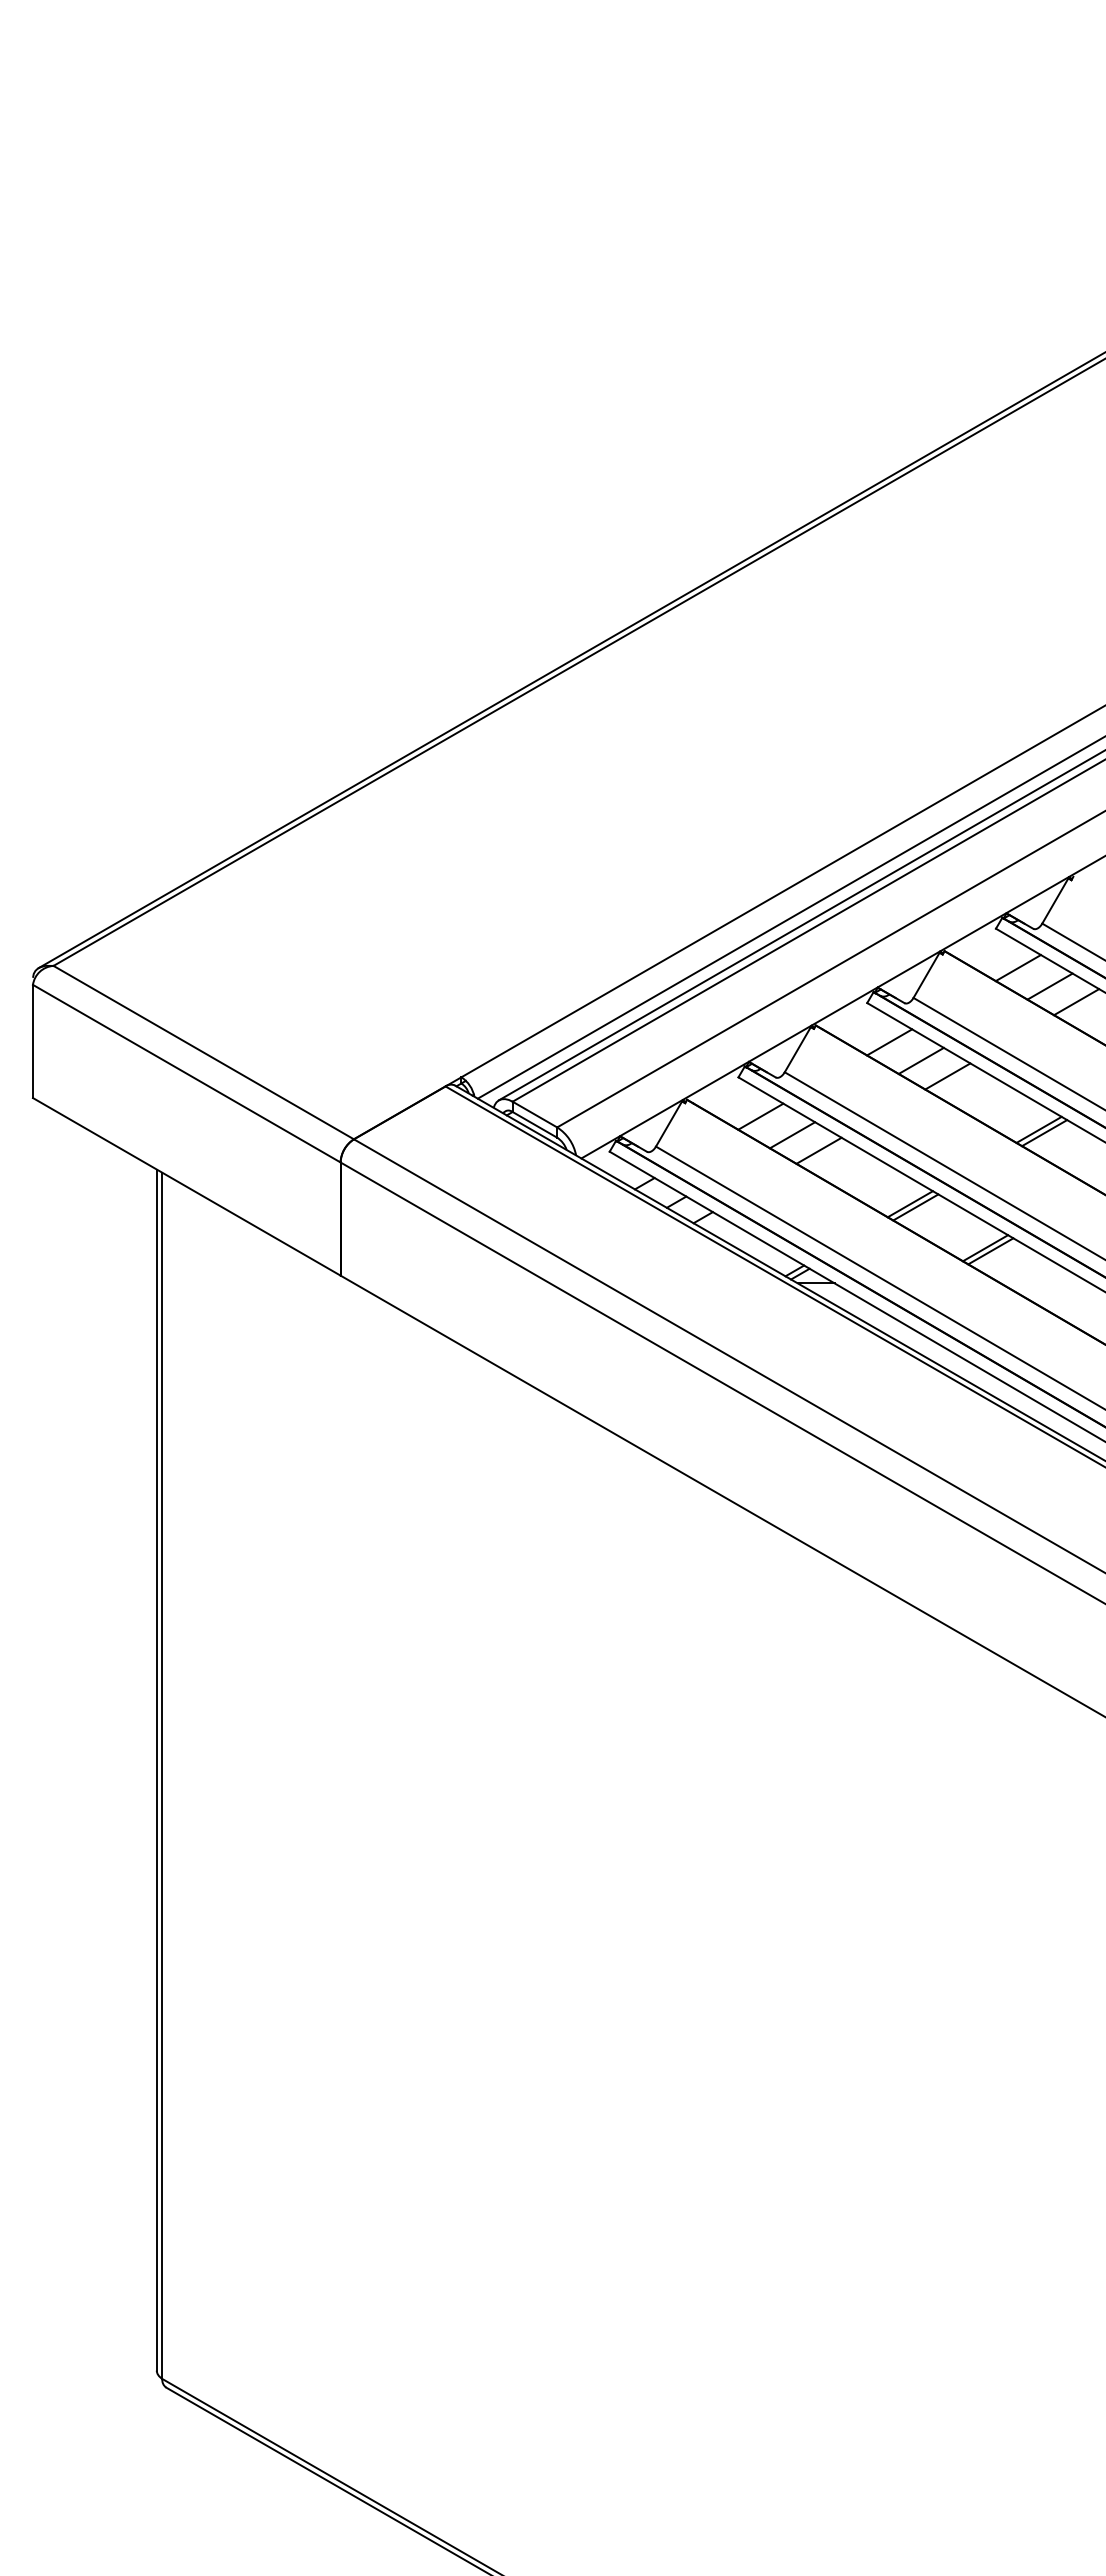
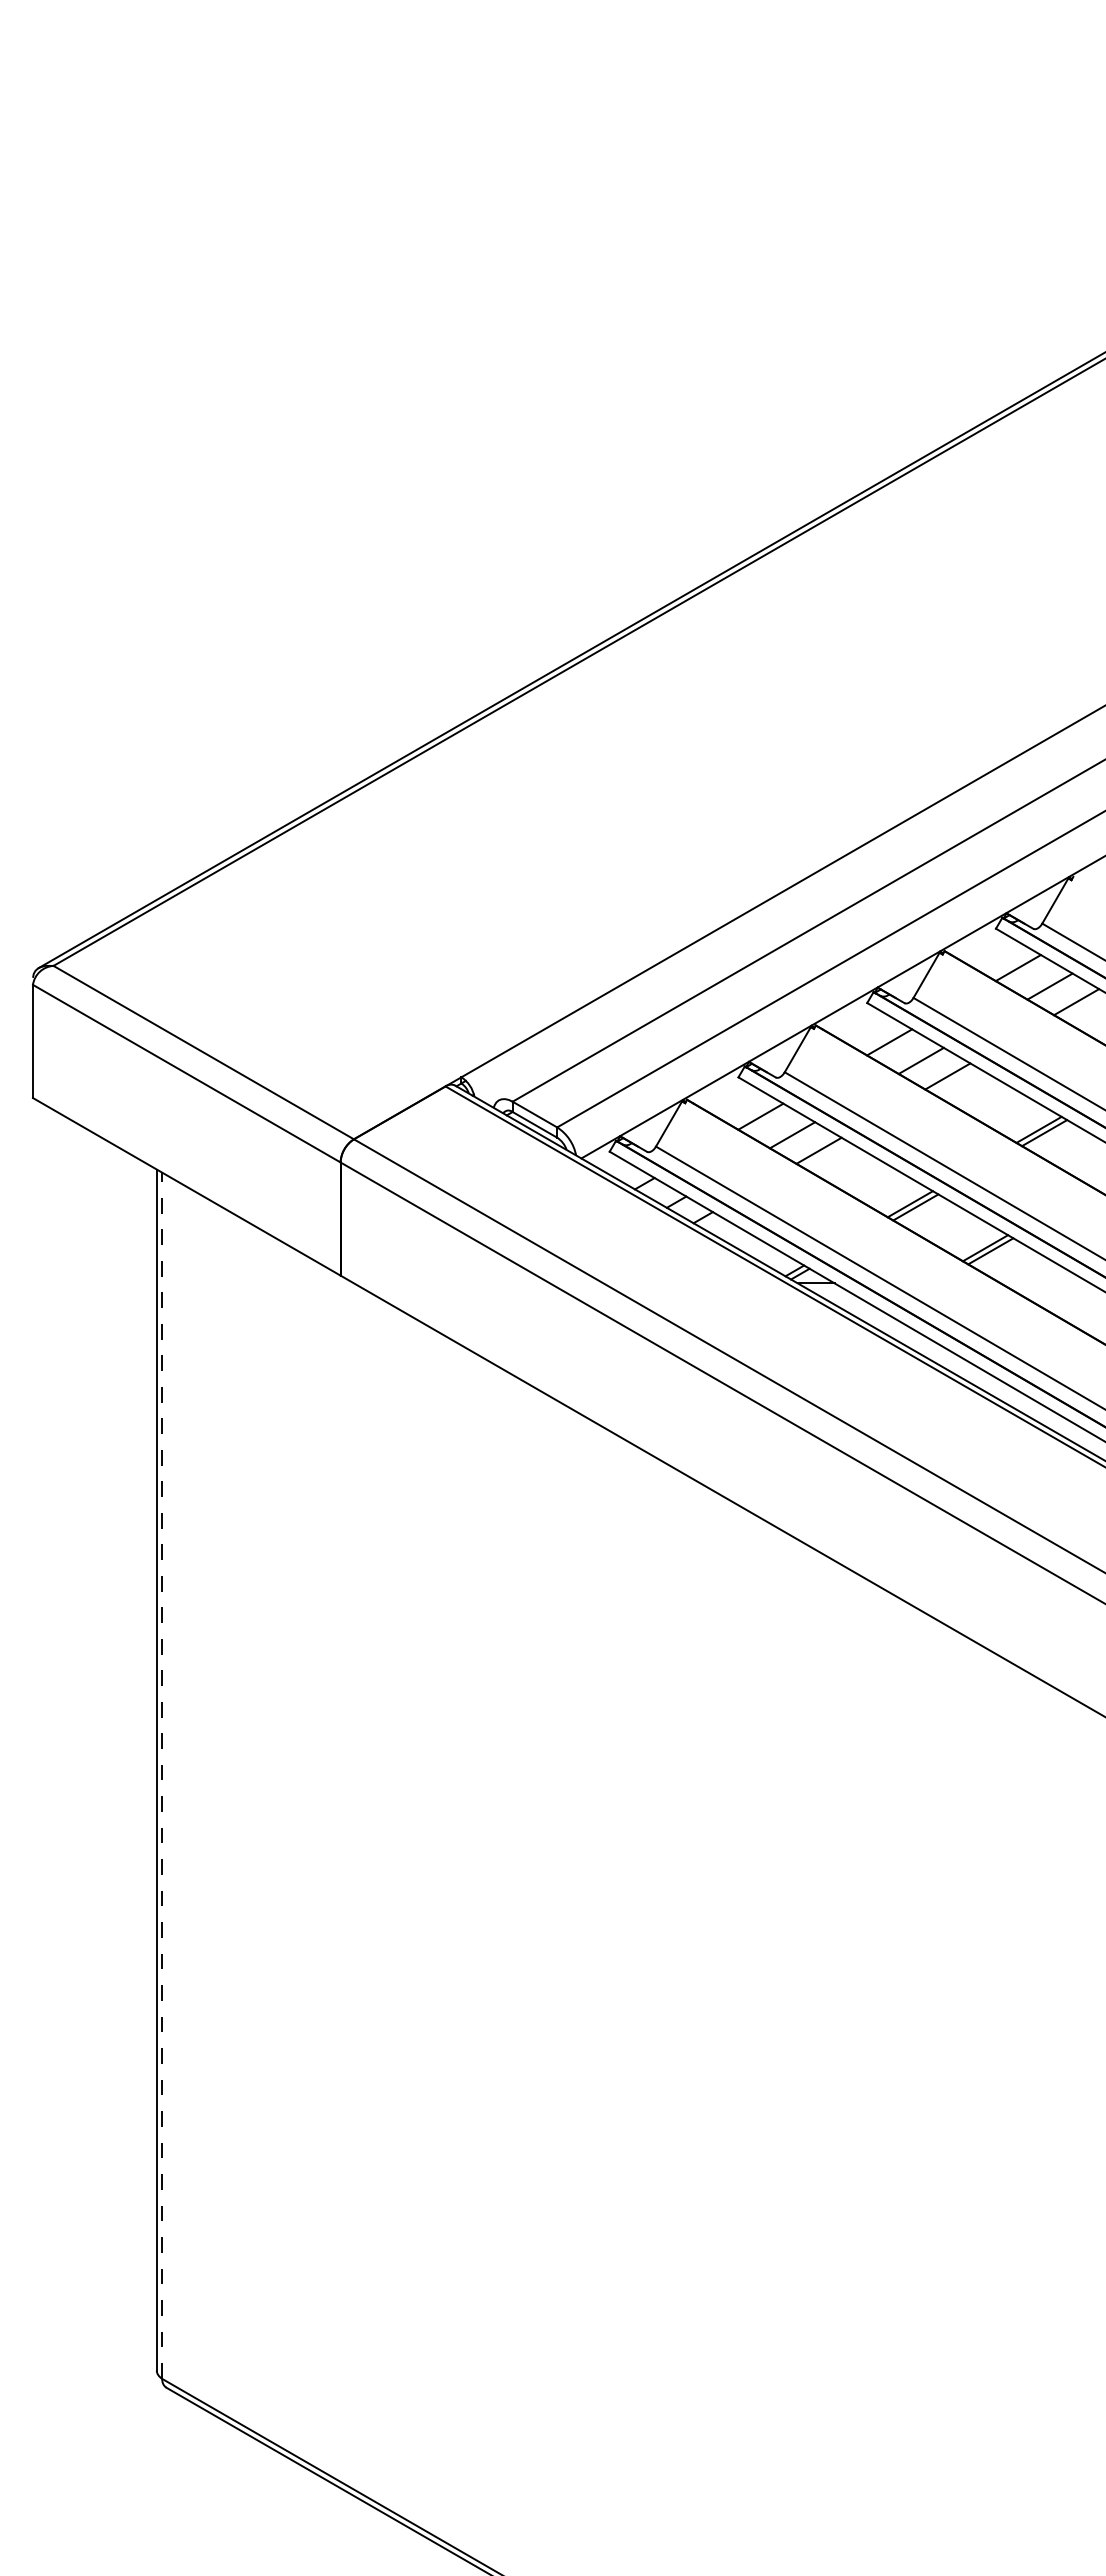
line at (789, 918): present -> none
line at (800, 925): present -> none
line at (162, 1775): solid -> dashed
